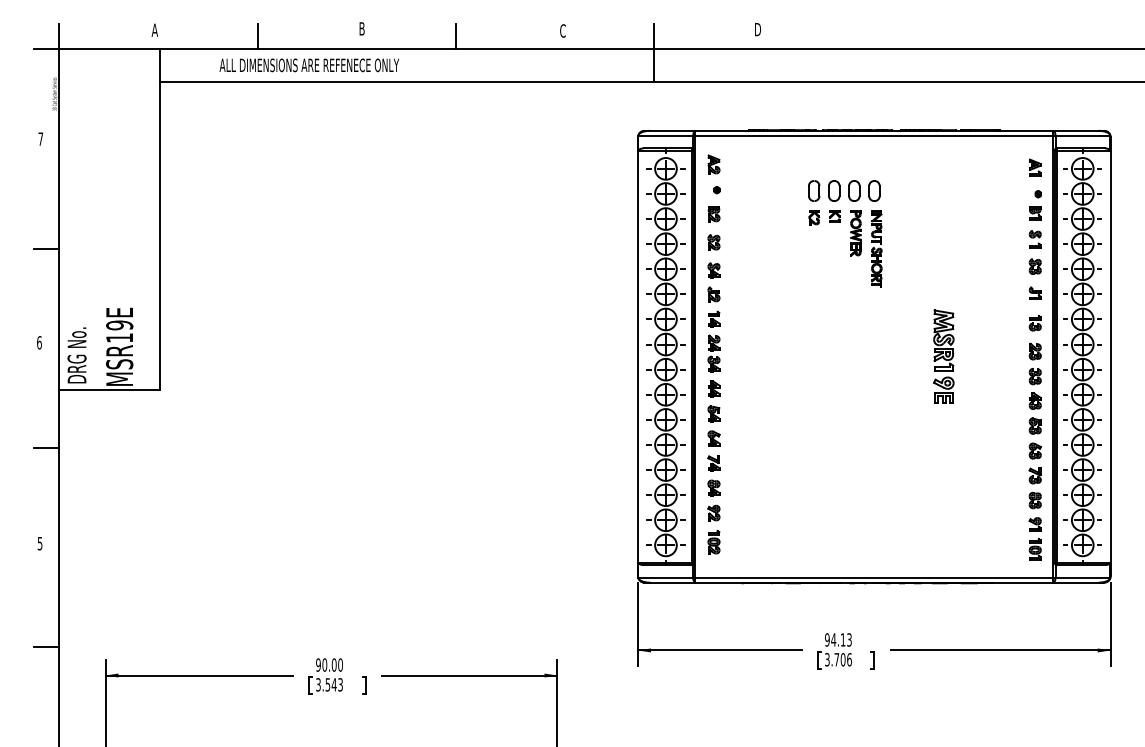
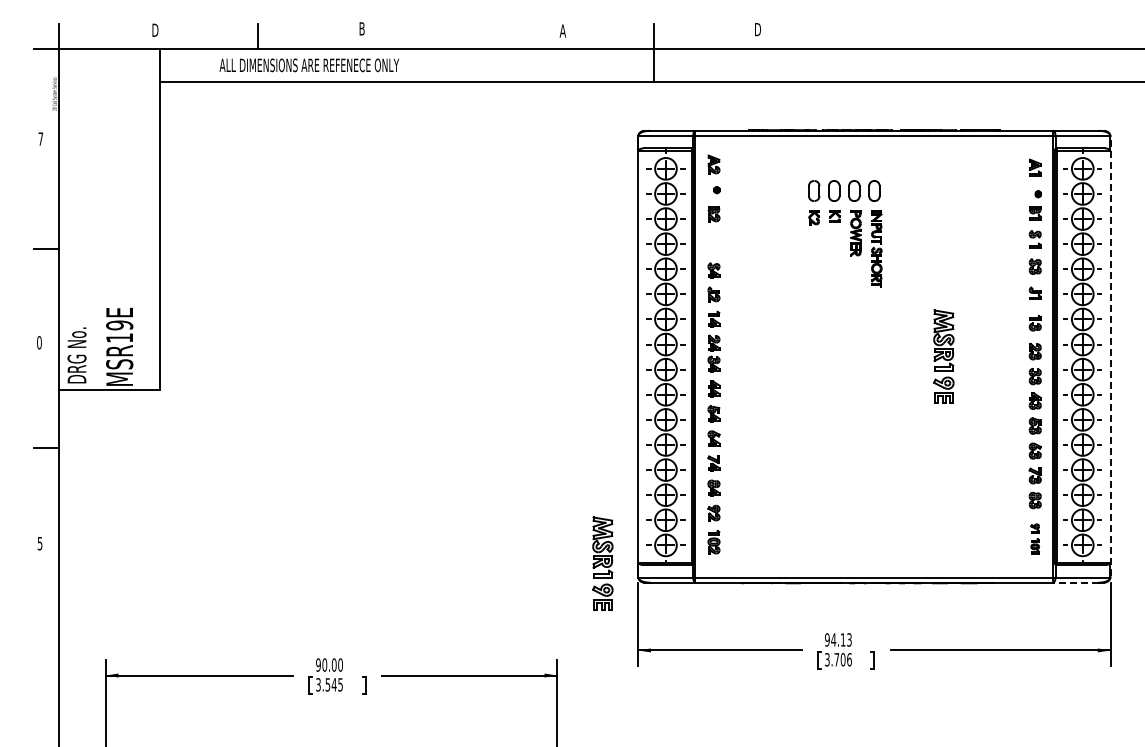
text at (154, 29): A -> D
text at (562, 30): C -> A
line at (456, 36): present -> none
part at (713, 242): present -> none
text at (39, 342): 6 -> 0
line at (1110, 356): solid -> dashed
part at (1034, 538) size: 14x44 px -> 10x32 px
part at (602, 563): none -> present
line at (1075, 582): solid -> dashed
line at (46, 647): present -> none
text at (340, 684): 3.543 -> 3.545
